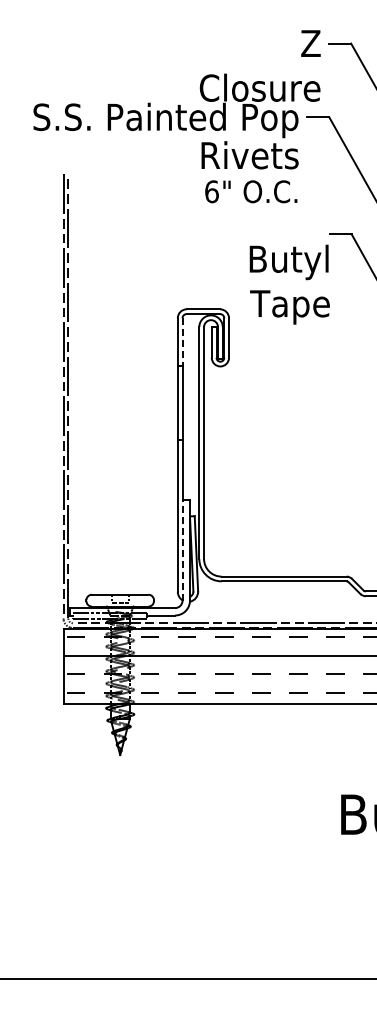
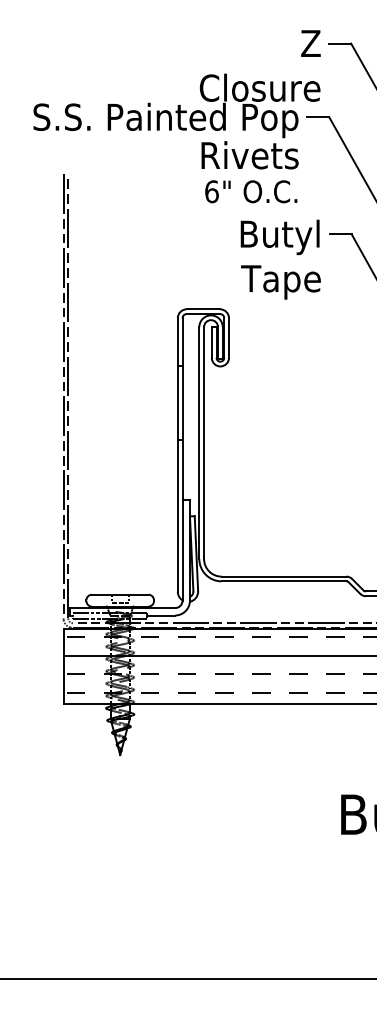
text at (289, 284) position: (289, 284) -> (280, 259)
line at (182, 342): dashed -> solid
line at (182, 550): dashed -> solid
